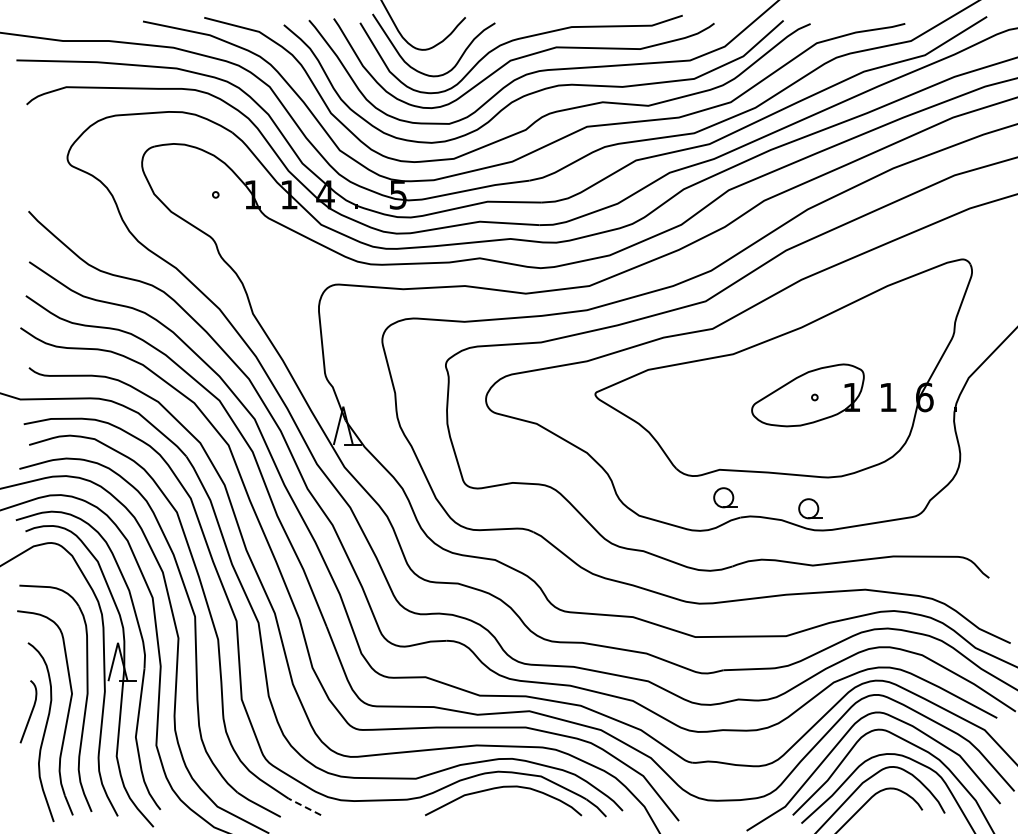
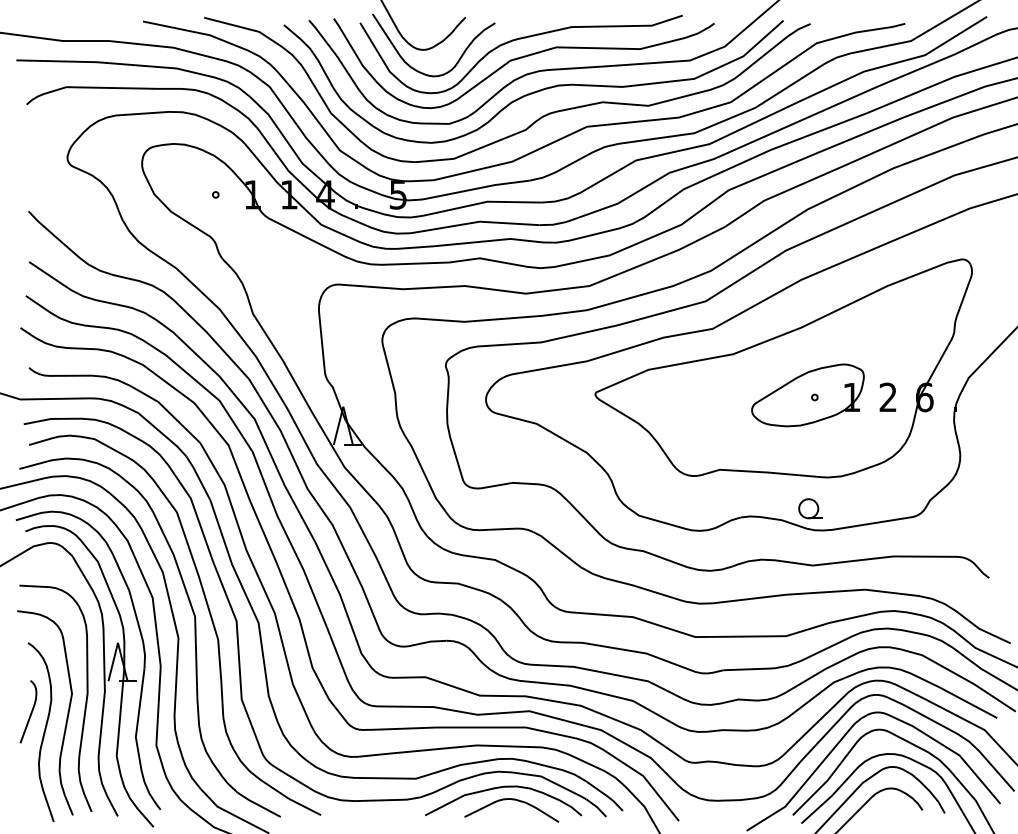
text at (887, 396): 1 -> 2
part at (725, 497): present -> none
curve at (511, 800): none -> present
line at (304, 806): dashed -> solid
